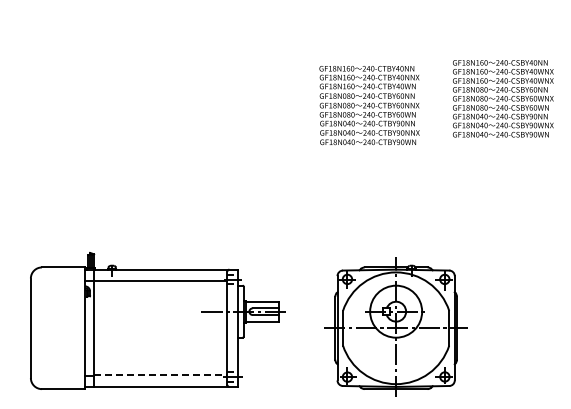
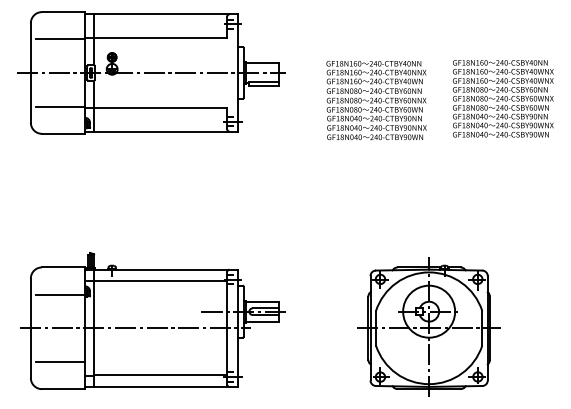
part at (151, 72): none -> present
text at (369, 105) position: (369, 105) -> (376, 100)
line at (60, 294): none -> present
part at (395, 326) position: (395, 326) -> (428, 326)
line at (135, 328): none -> present
line at (60, 362): none -> present
line at (161, 375): dashed -> solid
